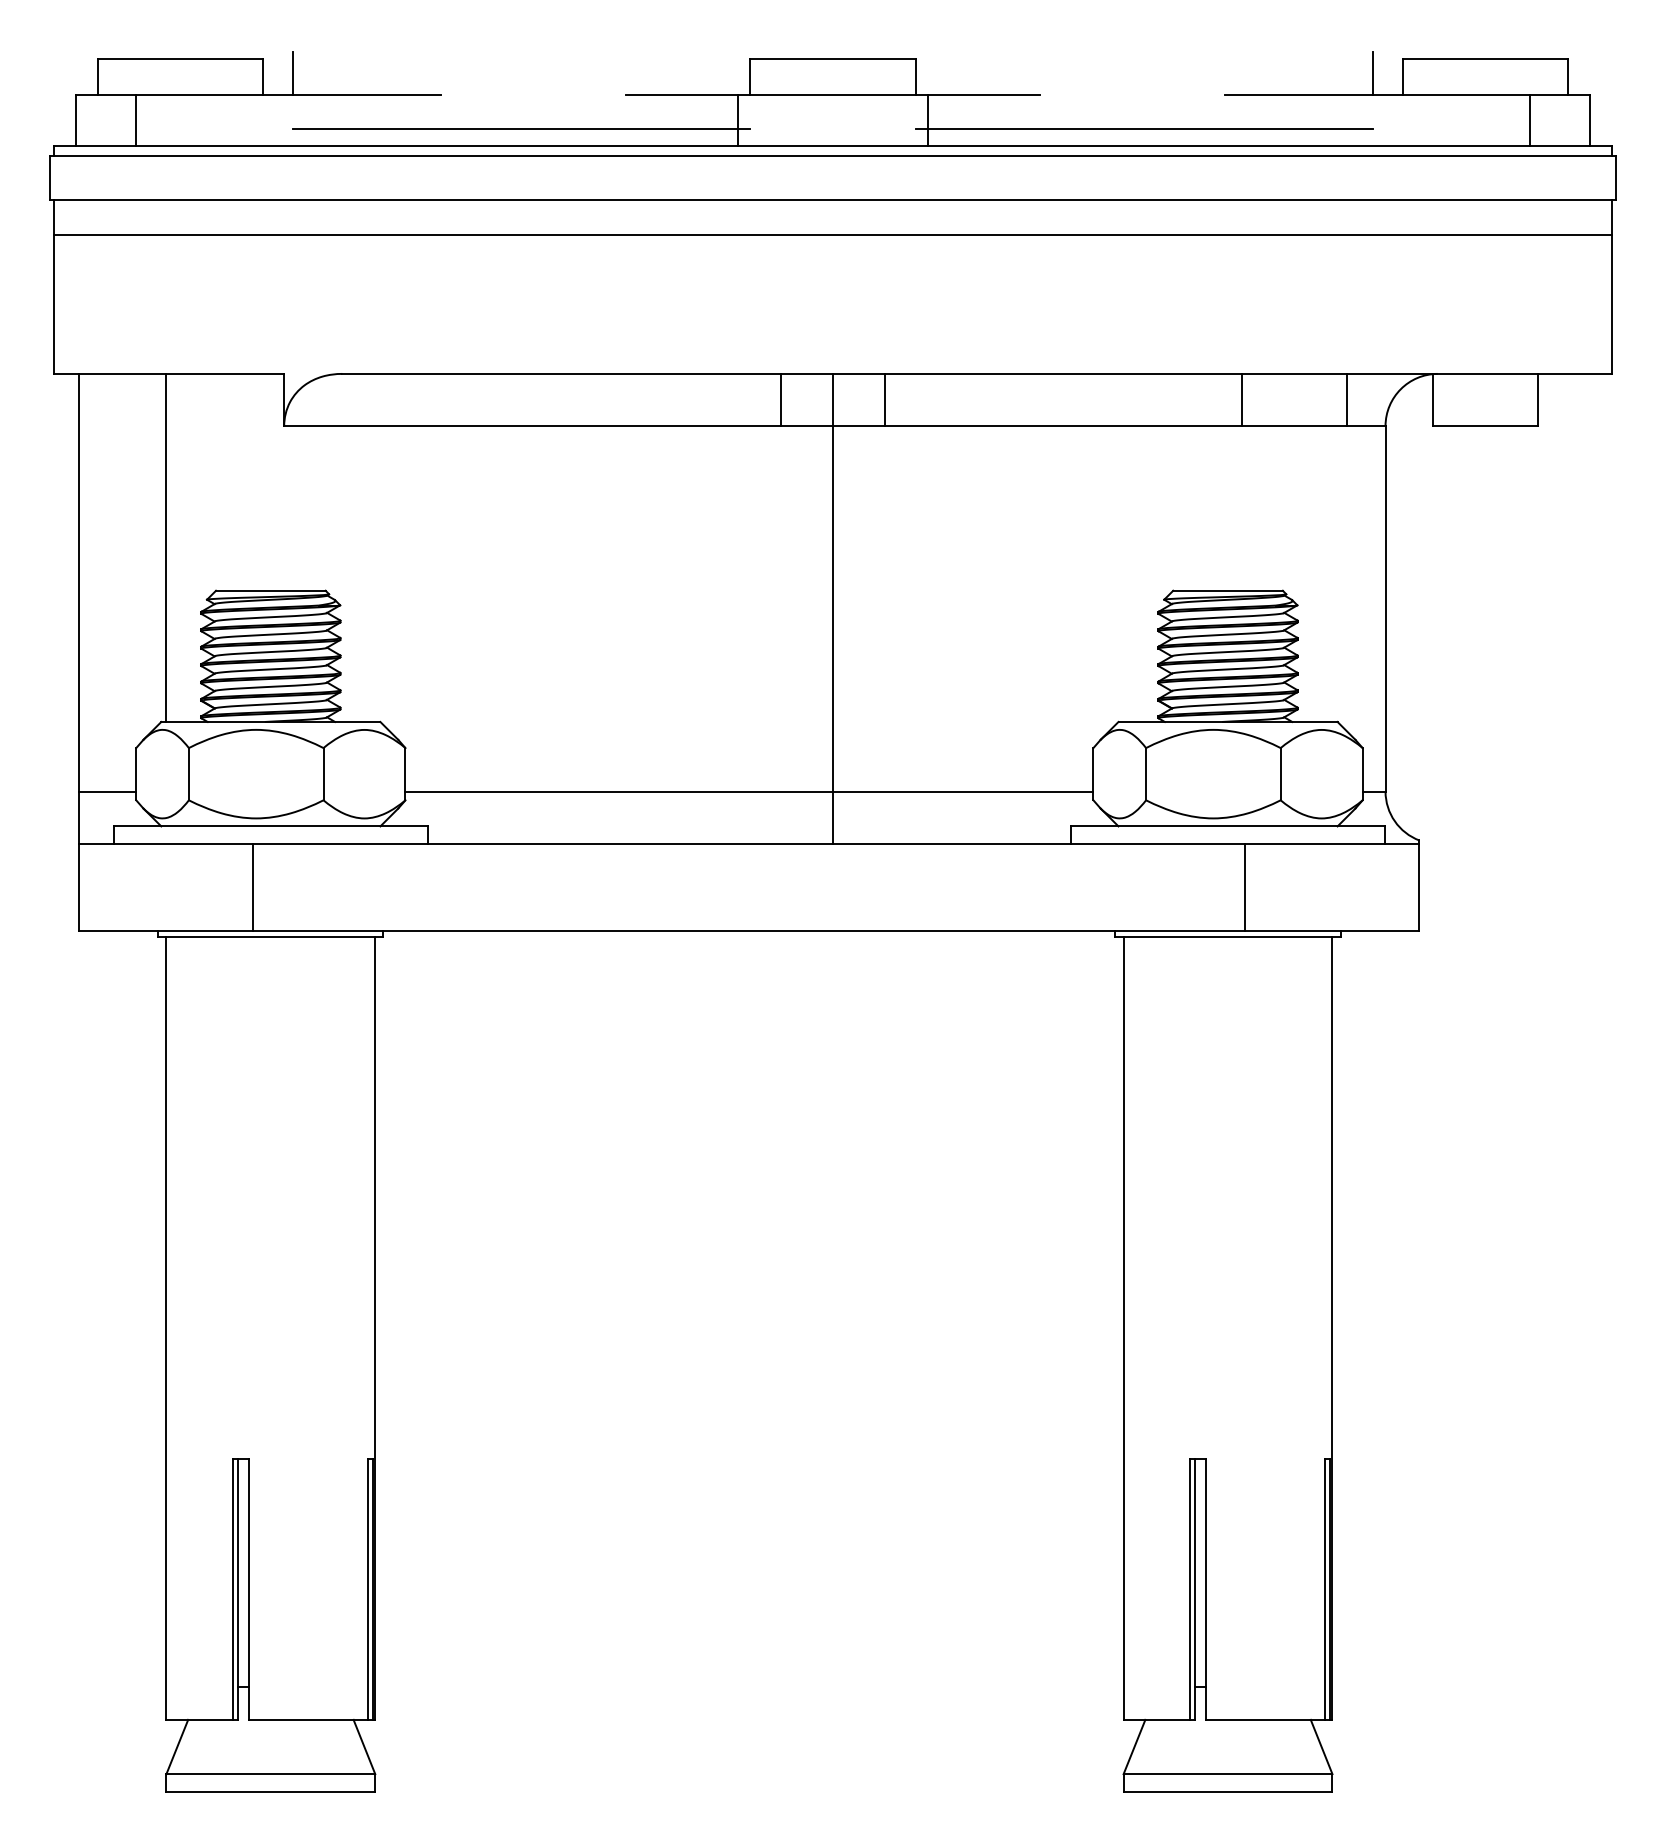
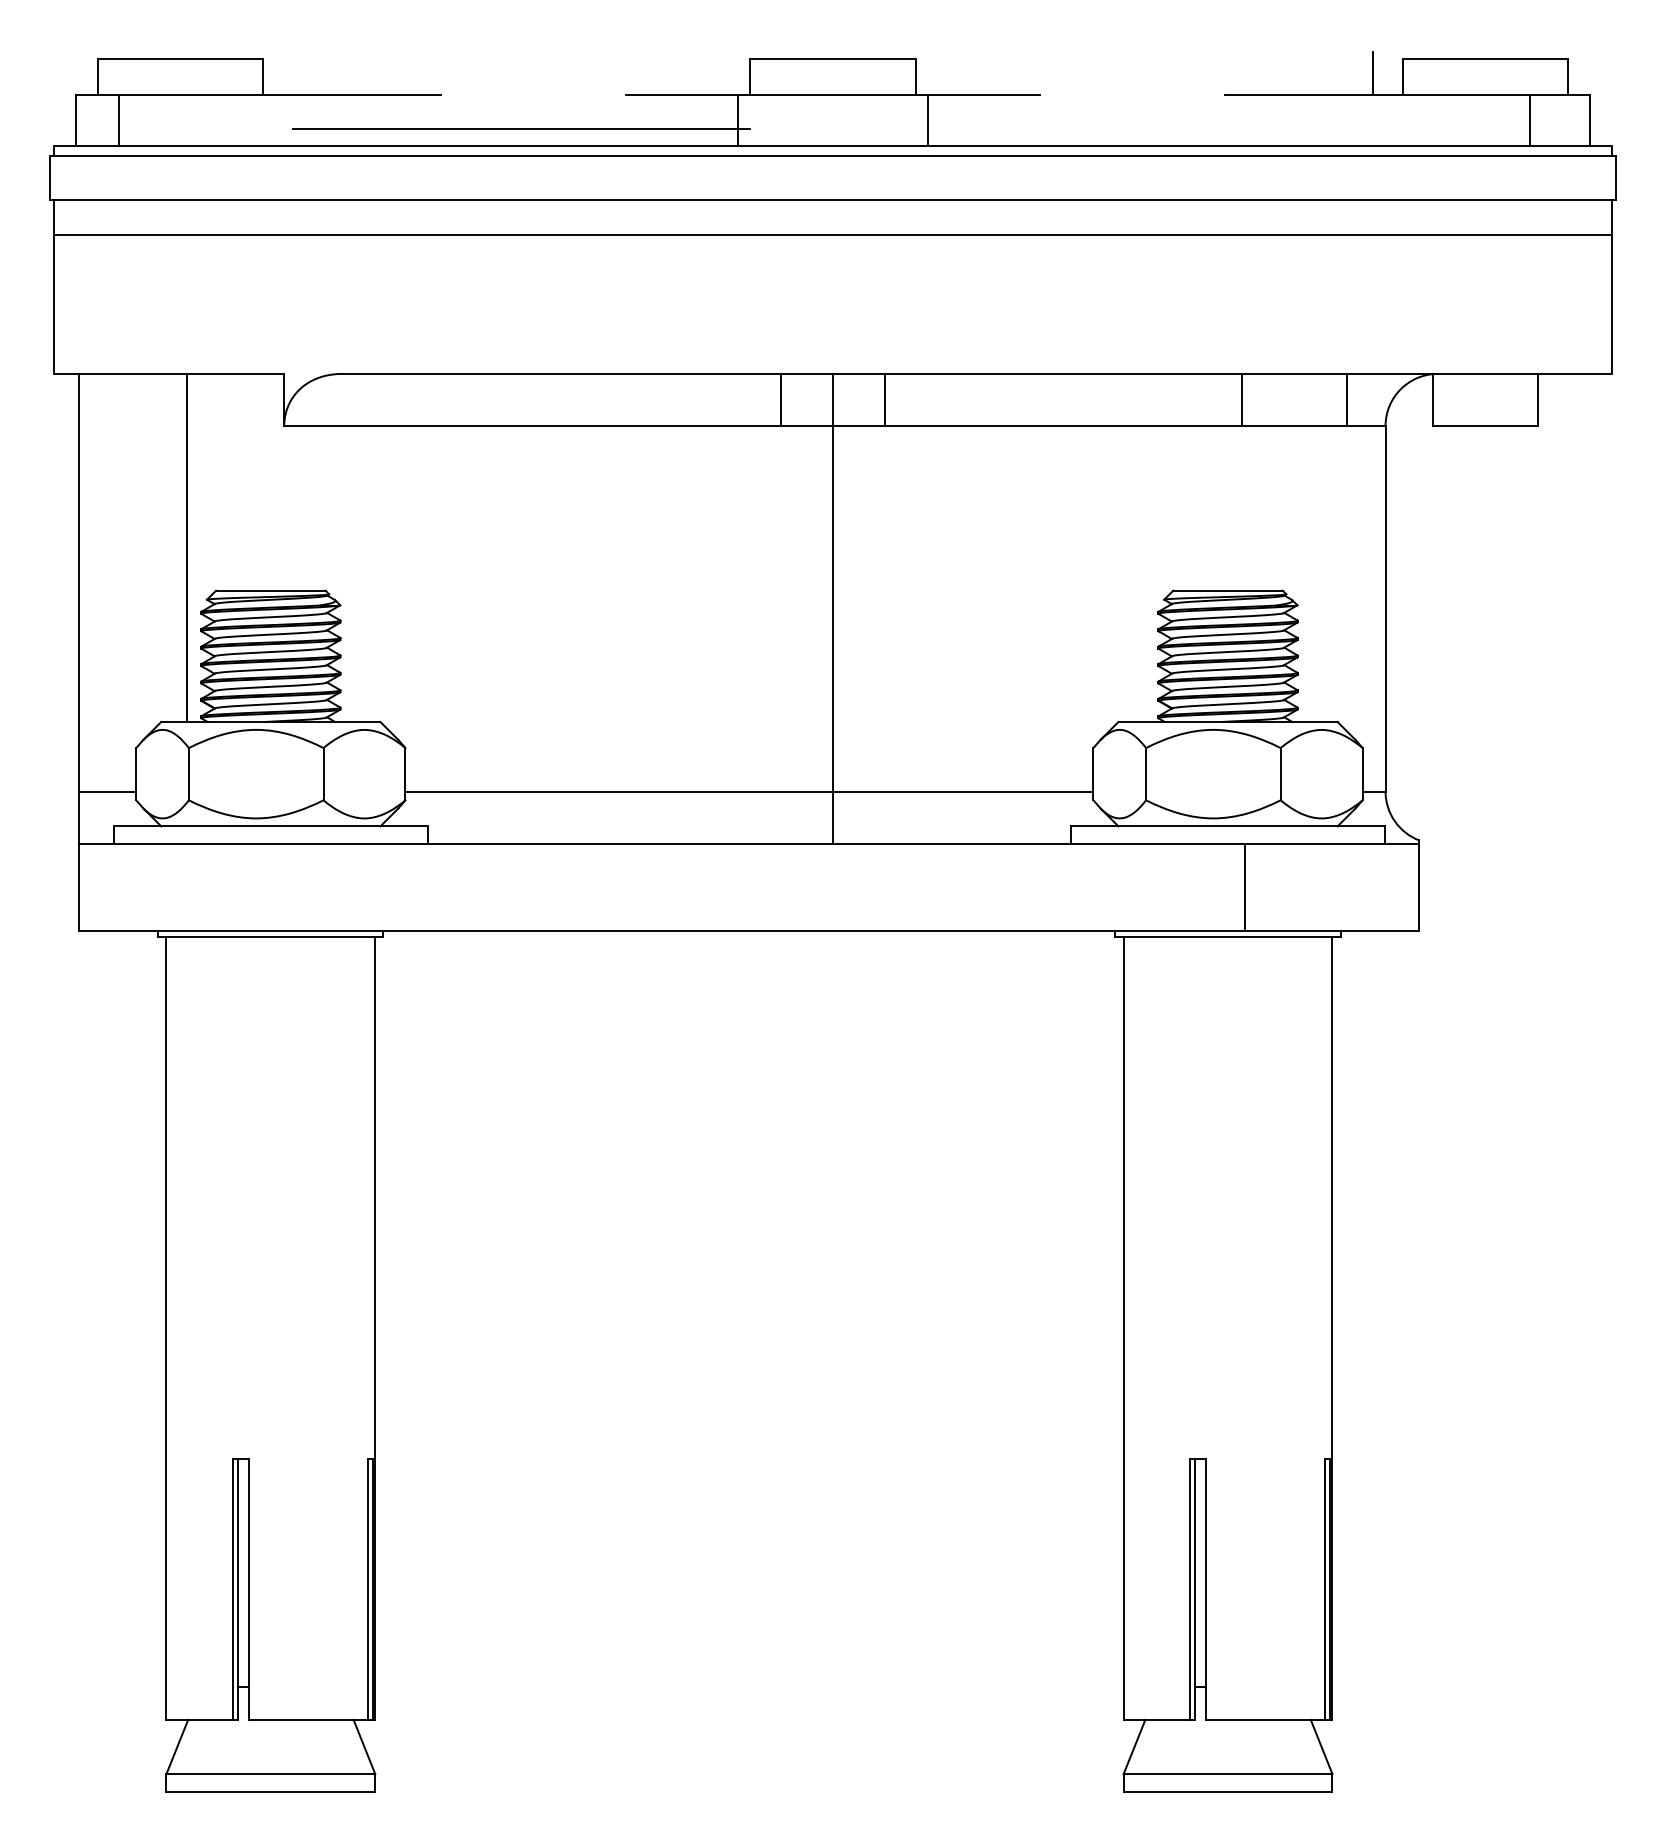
line at (293, 73): present -> none
line at (136, 120) position: (136, 120) -> (119, 120)
line at (1143, 128): present -> none
line at (166, 547) position: (166, 547) -> (187, 547)
line at (253, 886): present -> none
